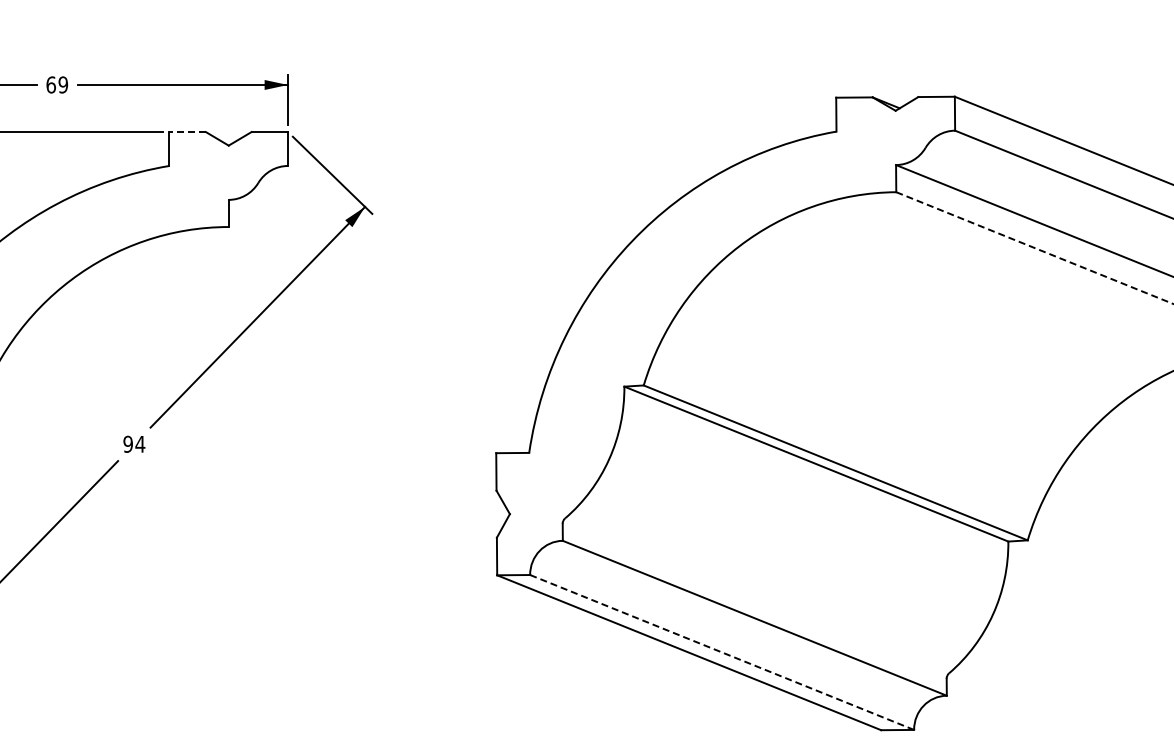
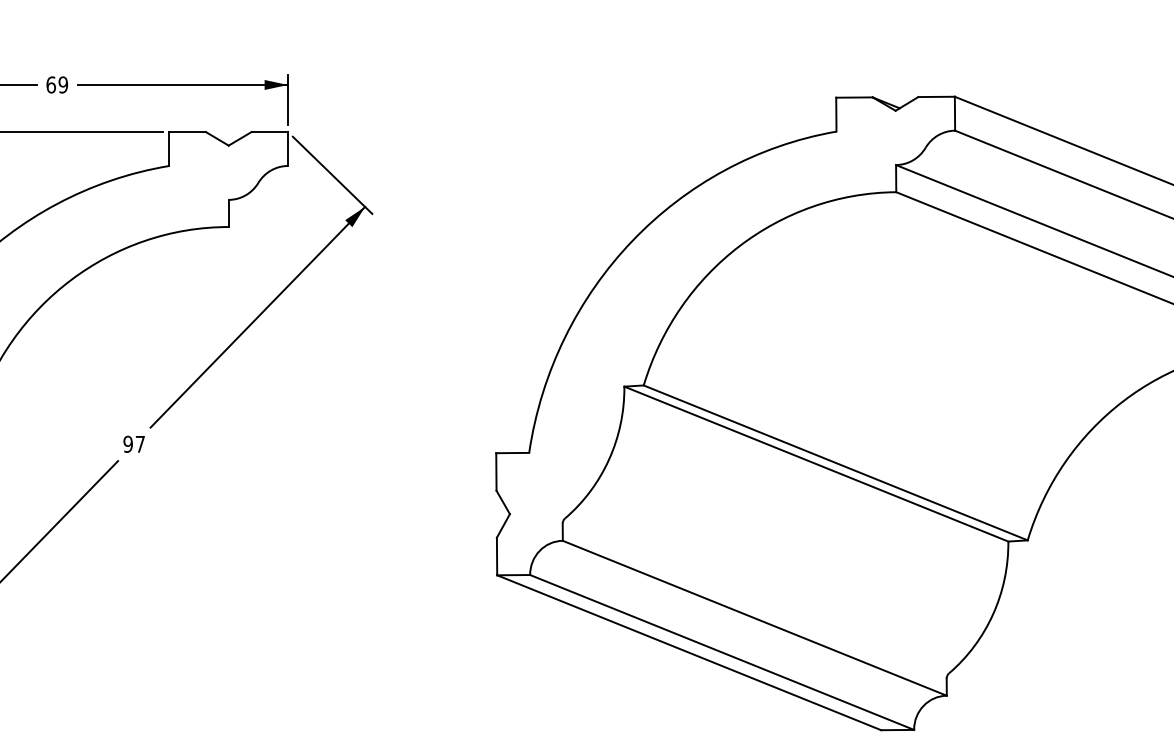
line at (187, 132): dashed -> solid
line at (1035, 248): dashed -> solid
text at (140, 444): 94 -> 97
line at (721, 652): dashed -> solid
